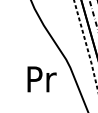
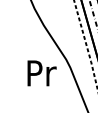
text at (41, 79) position: (41, 79) -> (41, 73)
